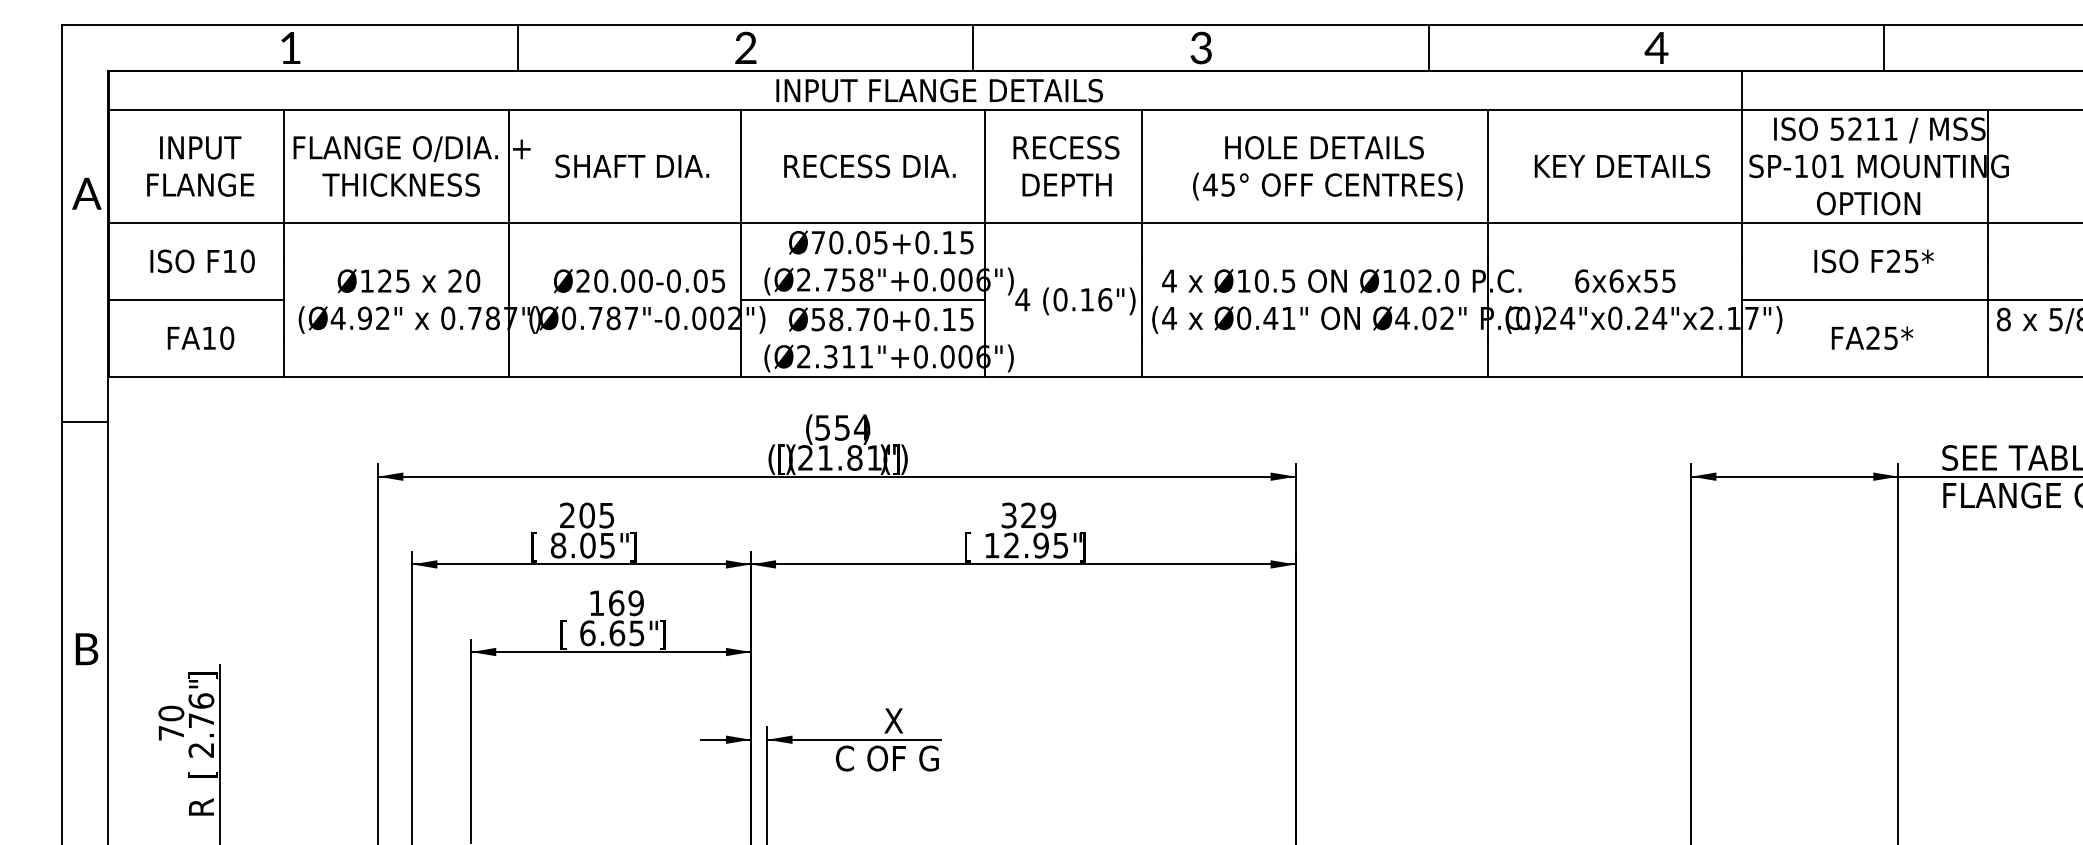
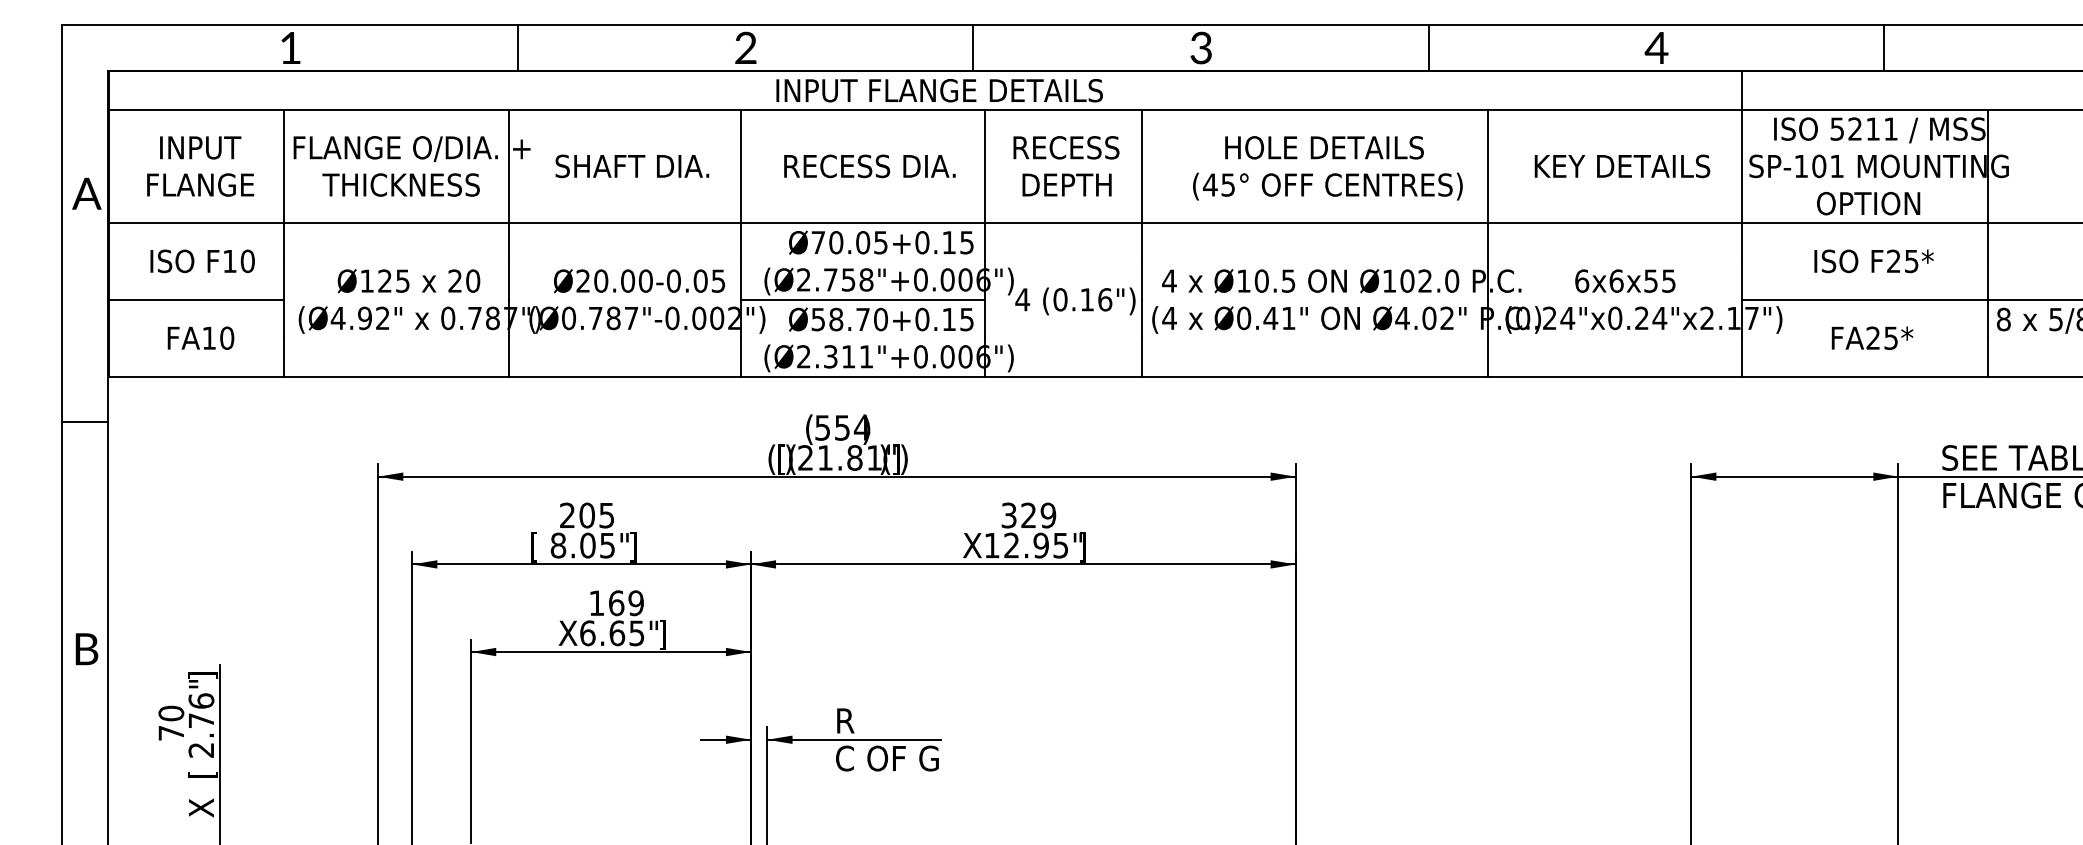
text at (972, 547): [ -> X
text at (567, 634): [ -> X
text at (870, 720): X -> R
text at (201, 807): R -> X
